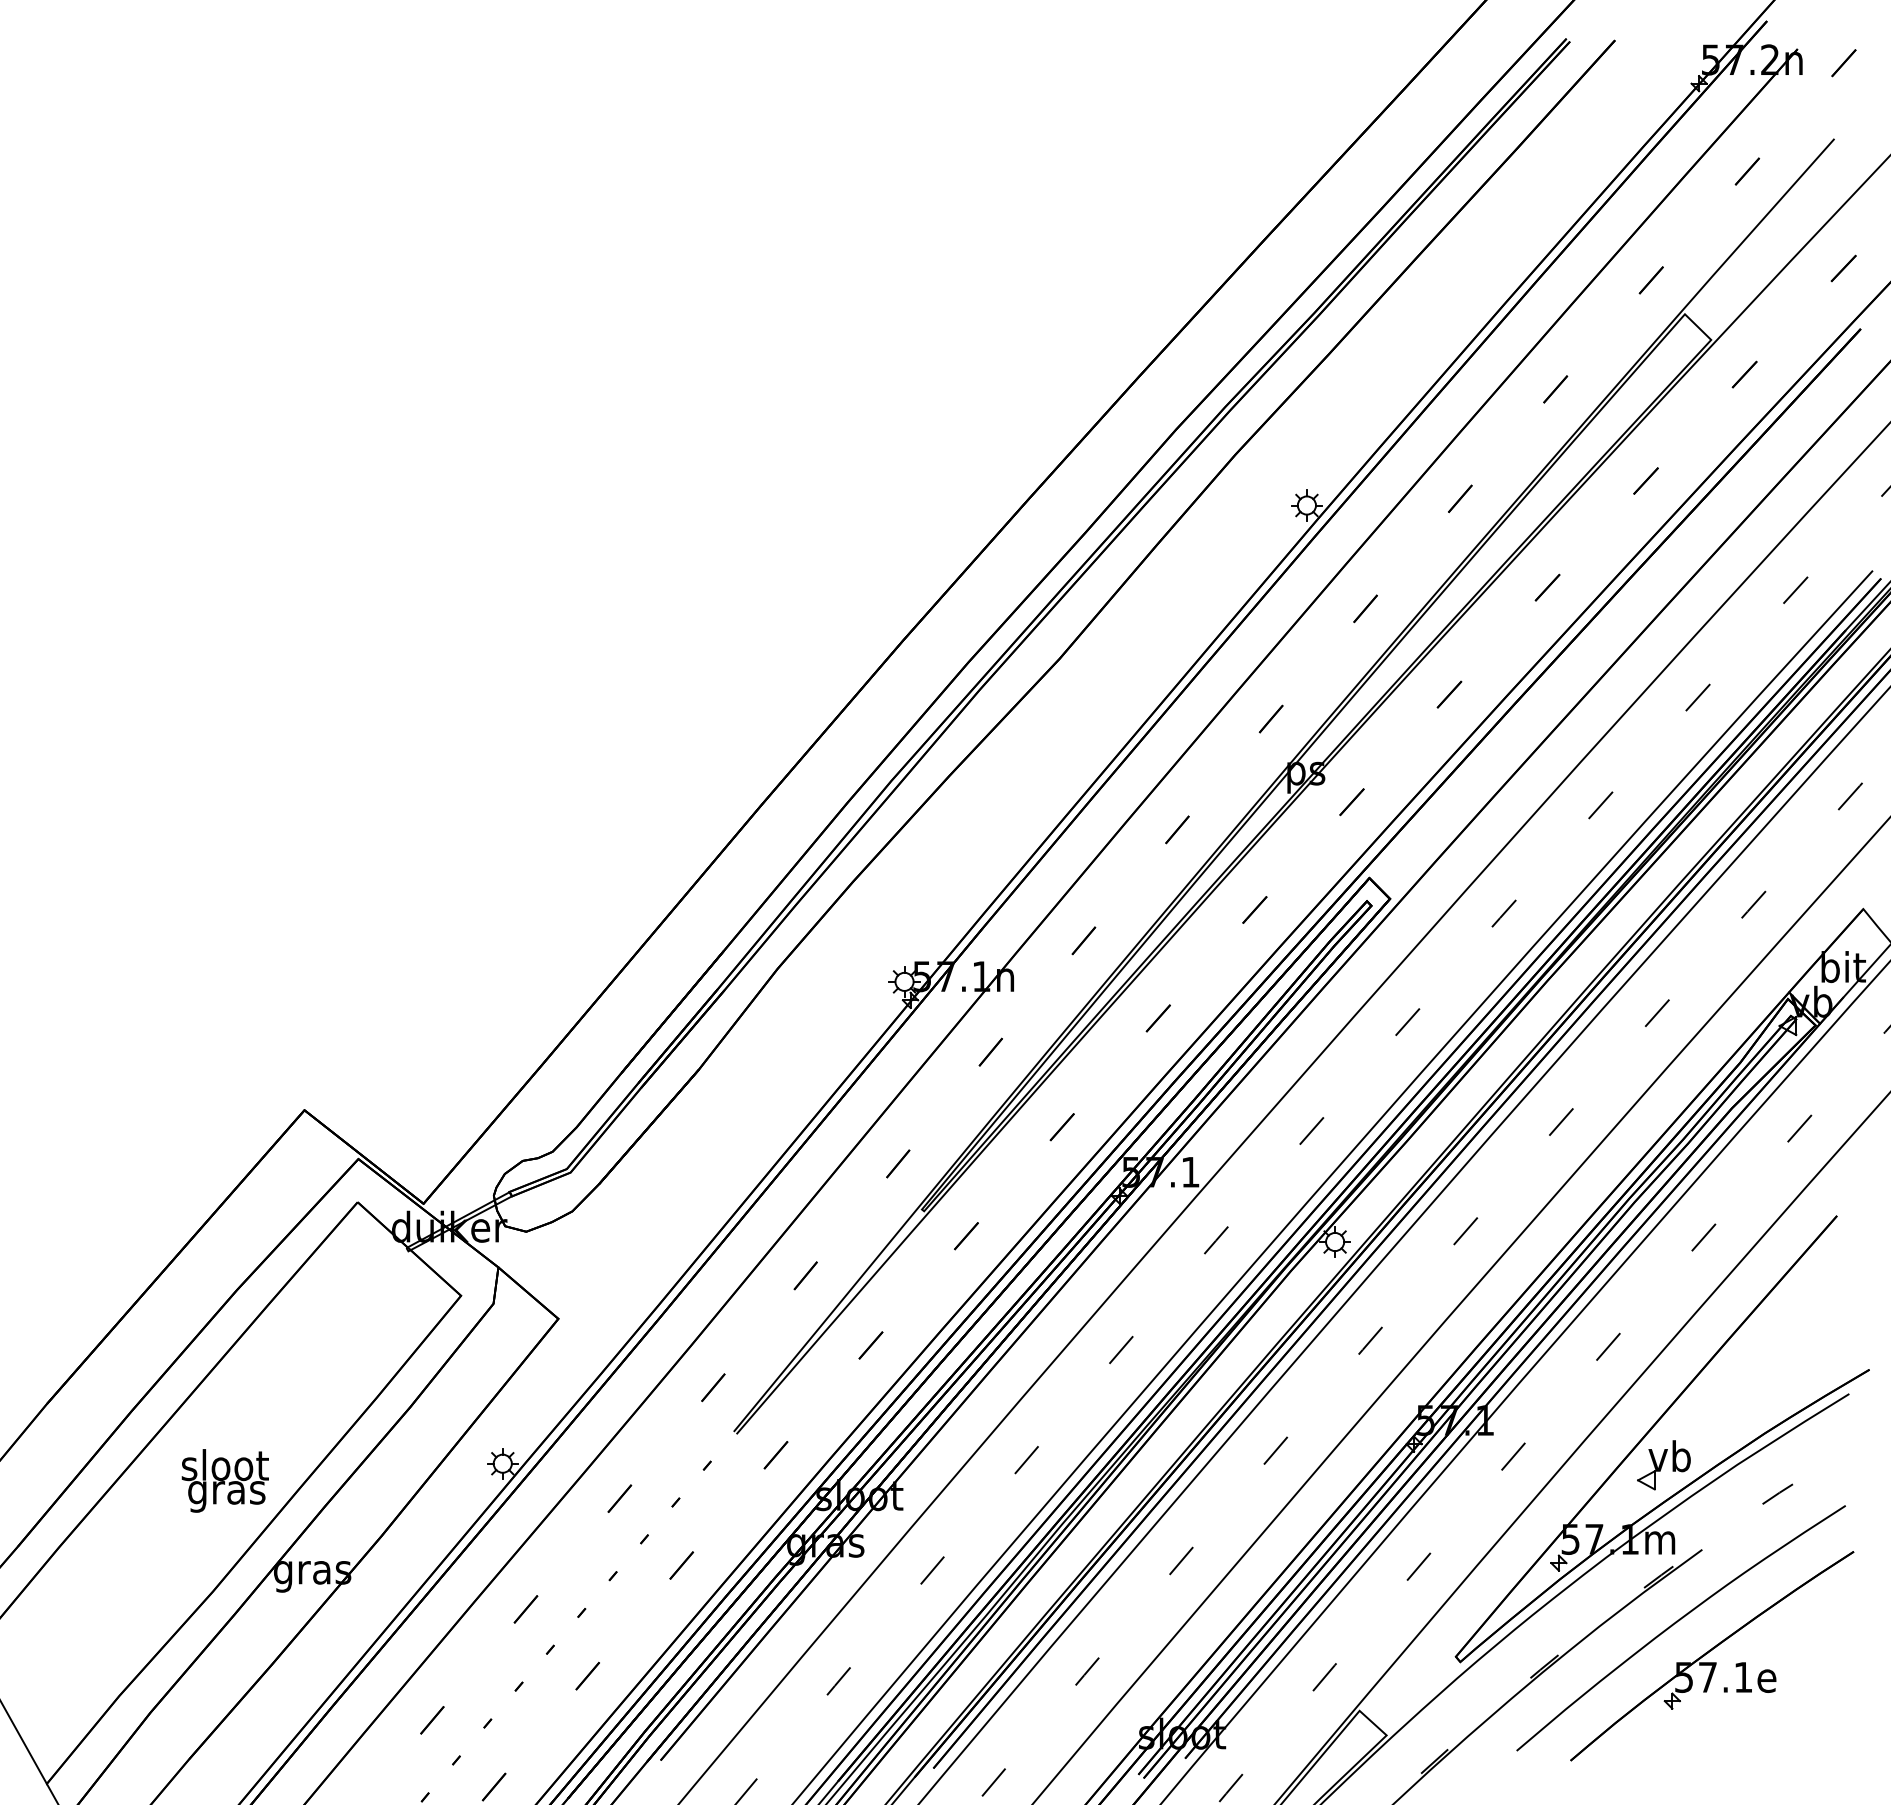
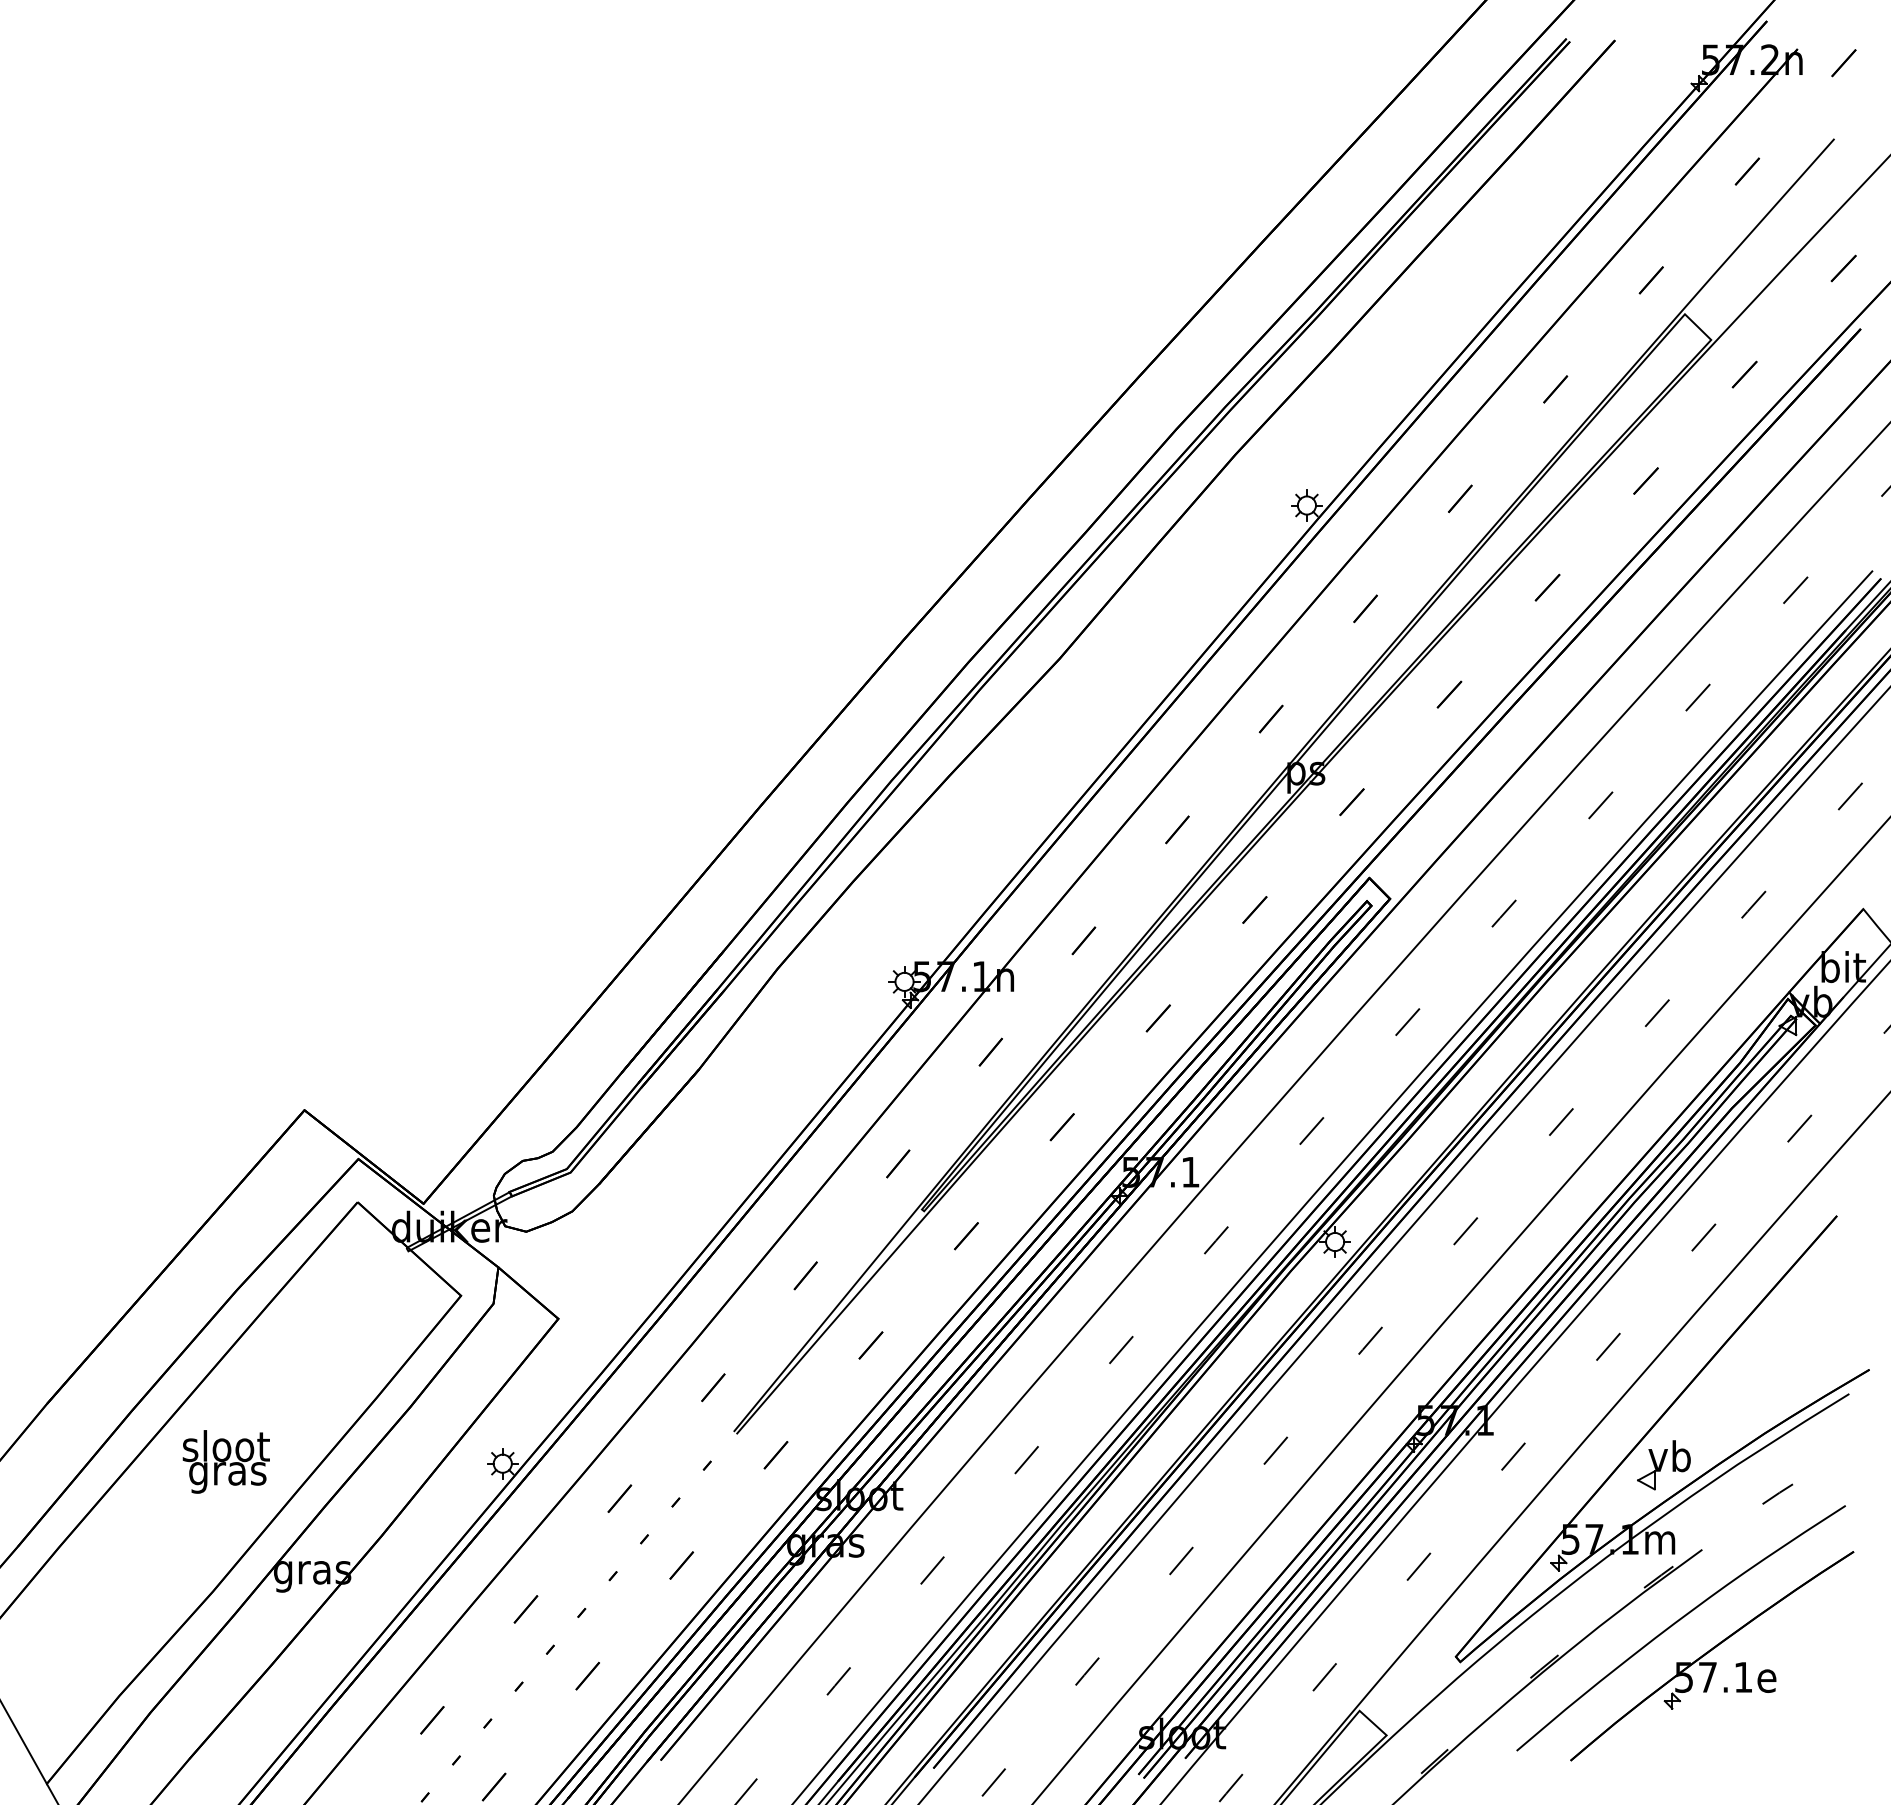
text at (224, 1480) position: (224, 1480) -> (225, 1461)
